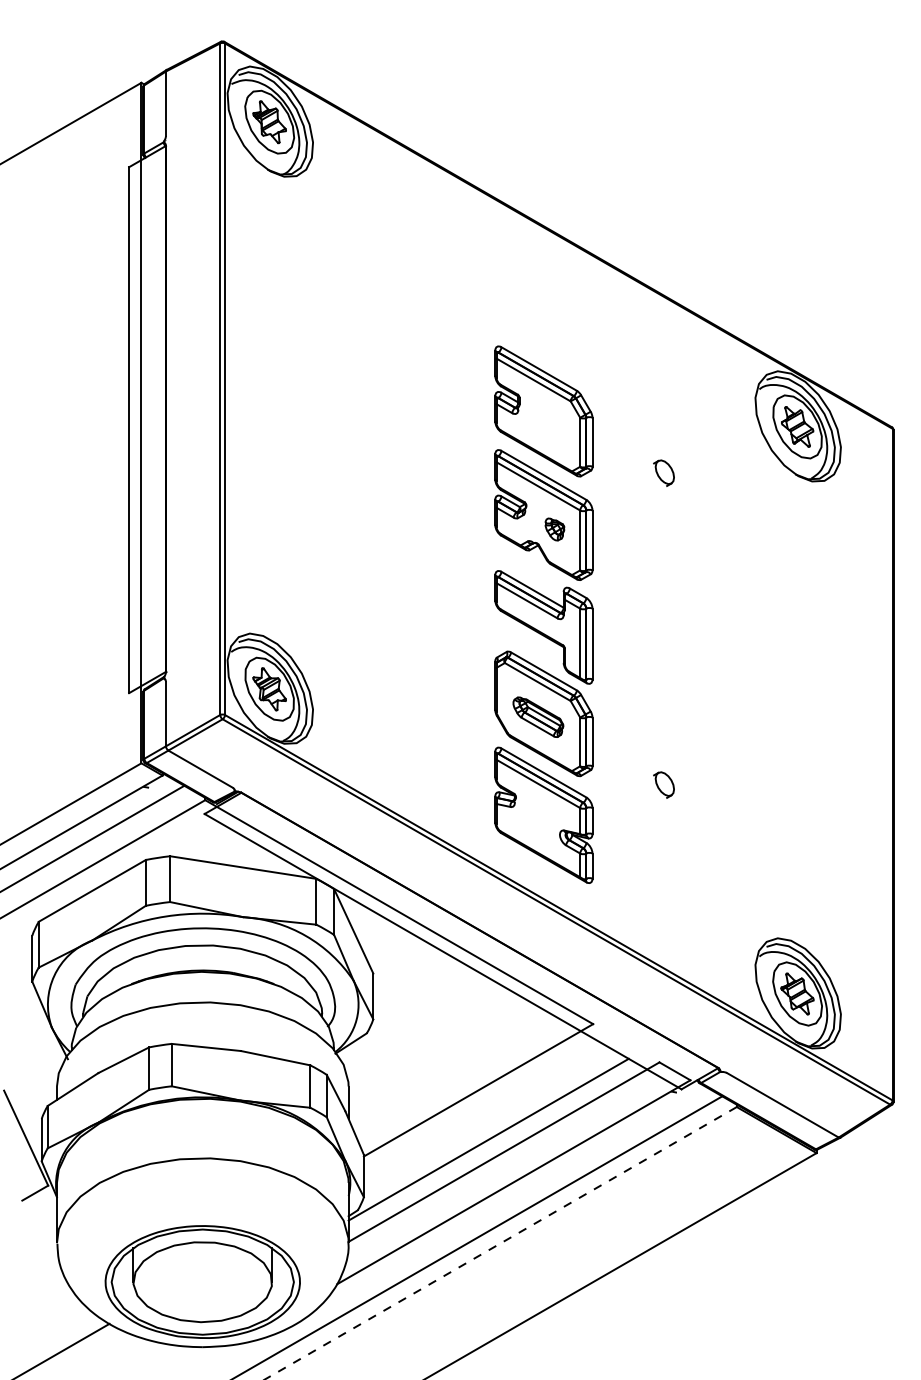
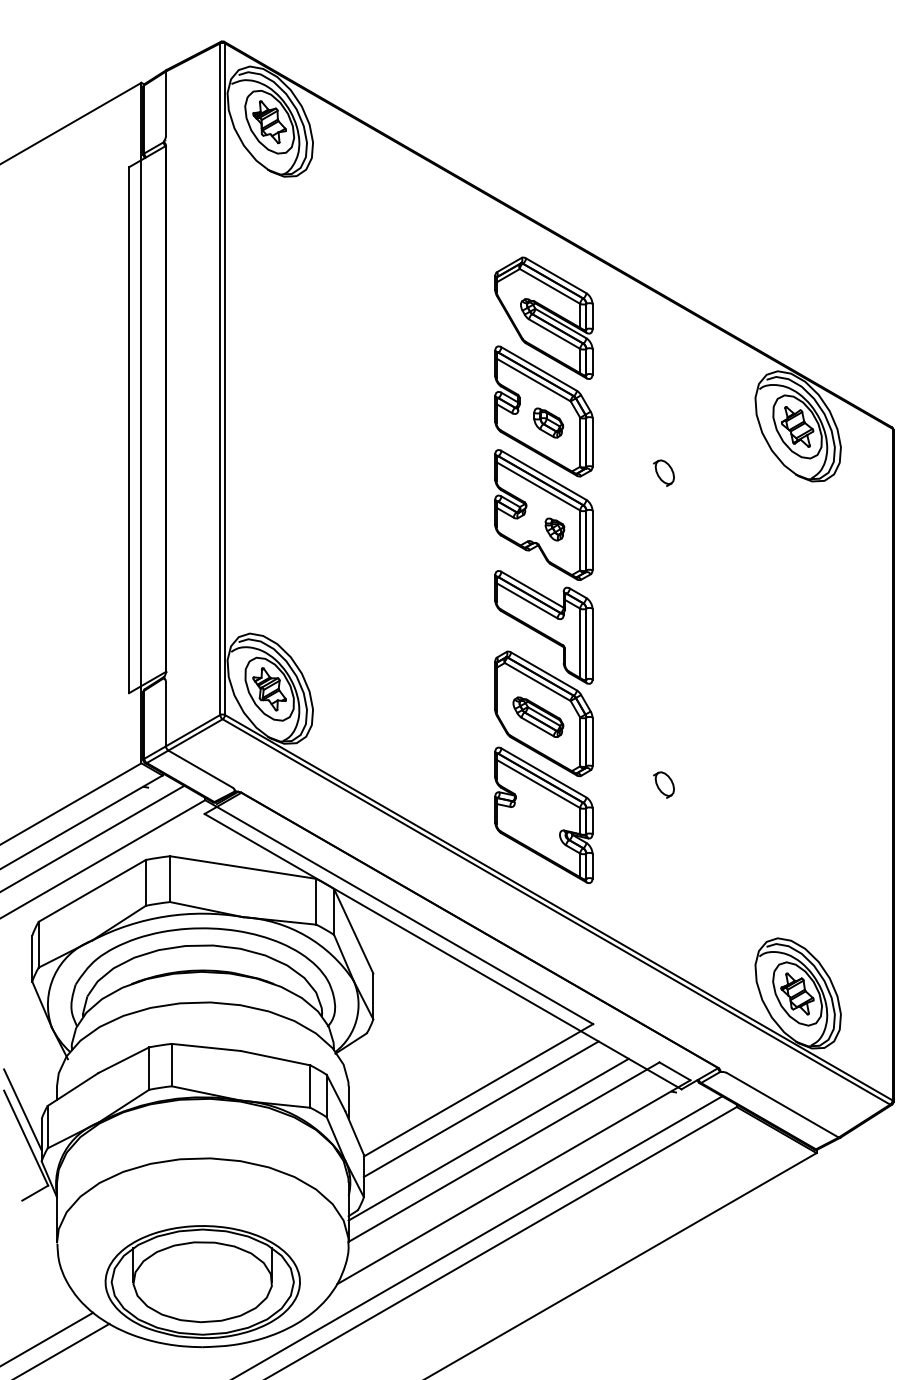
part at (543, 317): none -> present
part at (548, 422): none -> present
line at (22, 1109): none -> present
line at (480, 1109): none -> present
line at (500, 1243): dashed -> solid
line at (47, 1338): none -> present
